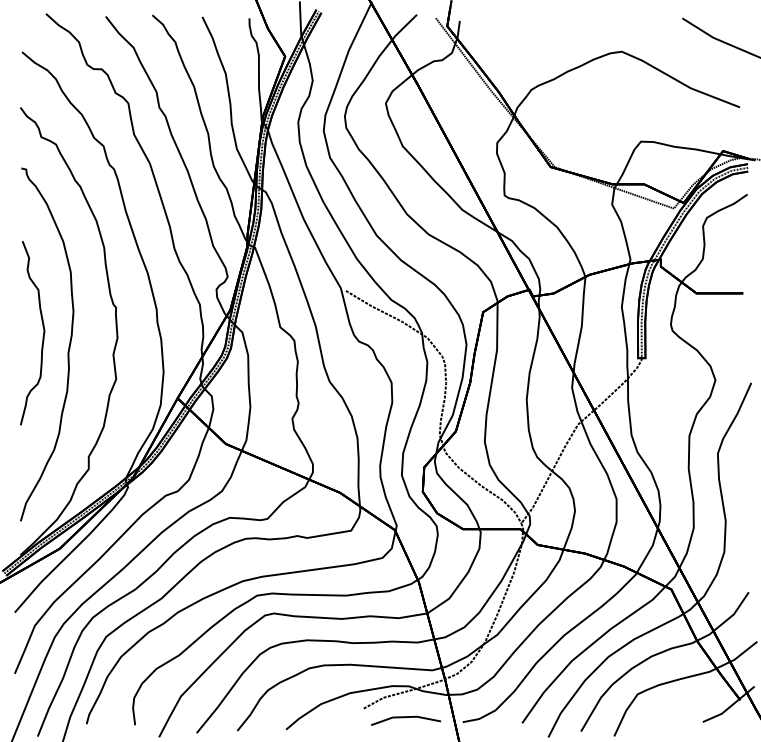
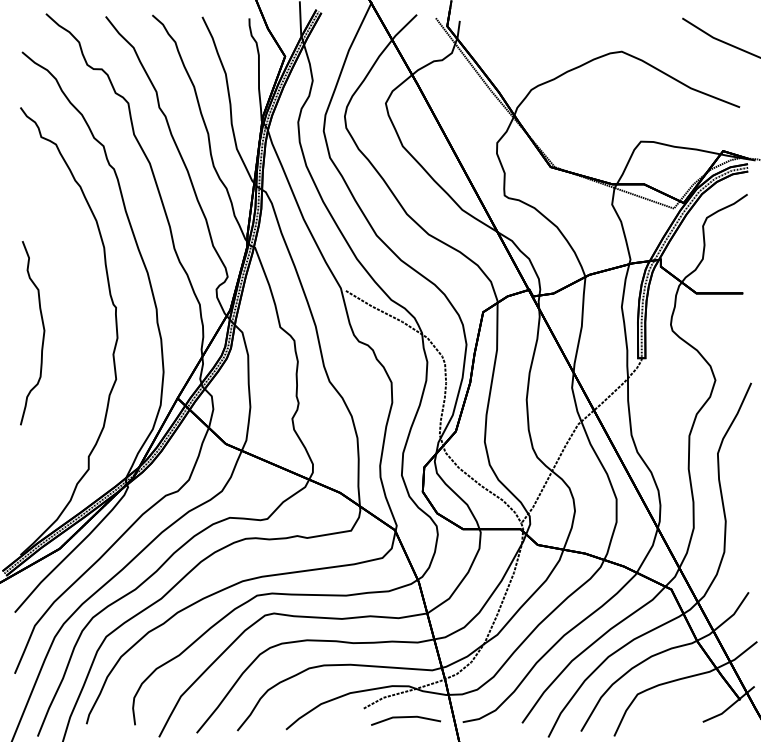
part at (68, 346): present -> none
